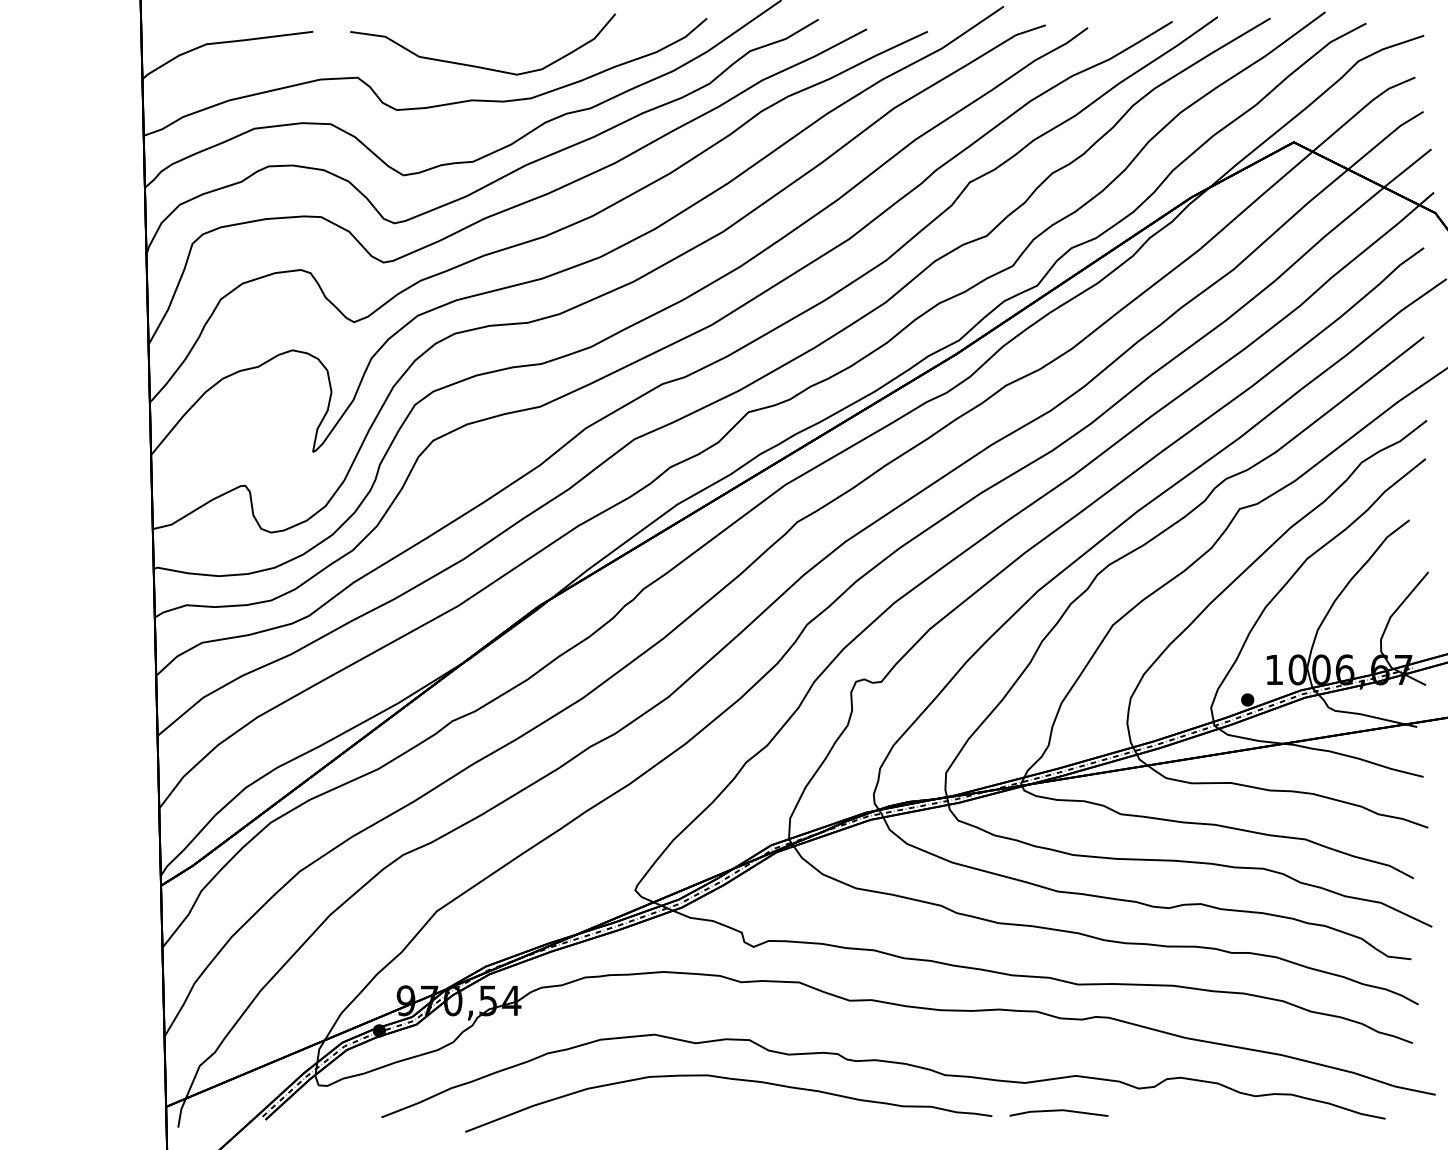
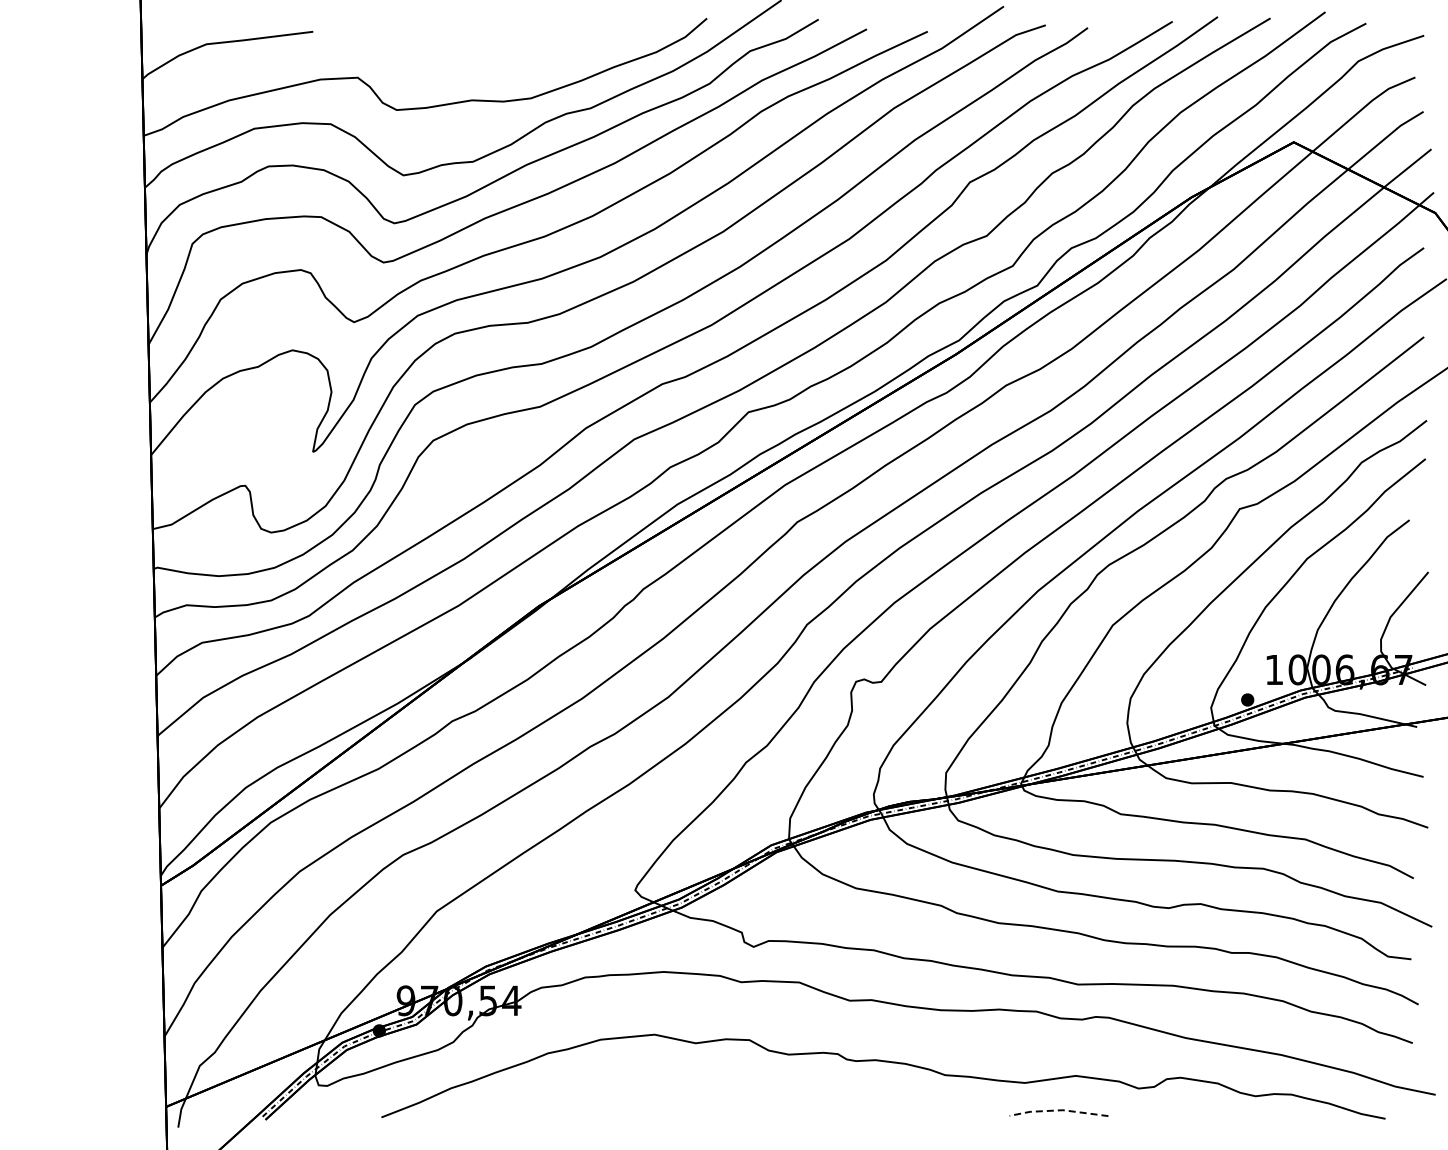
curve at (481, 66): present -> none
curve at (734, 1080): present -> none
line at (1058, 1110): solid -> dashed
